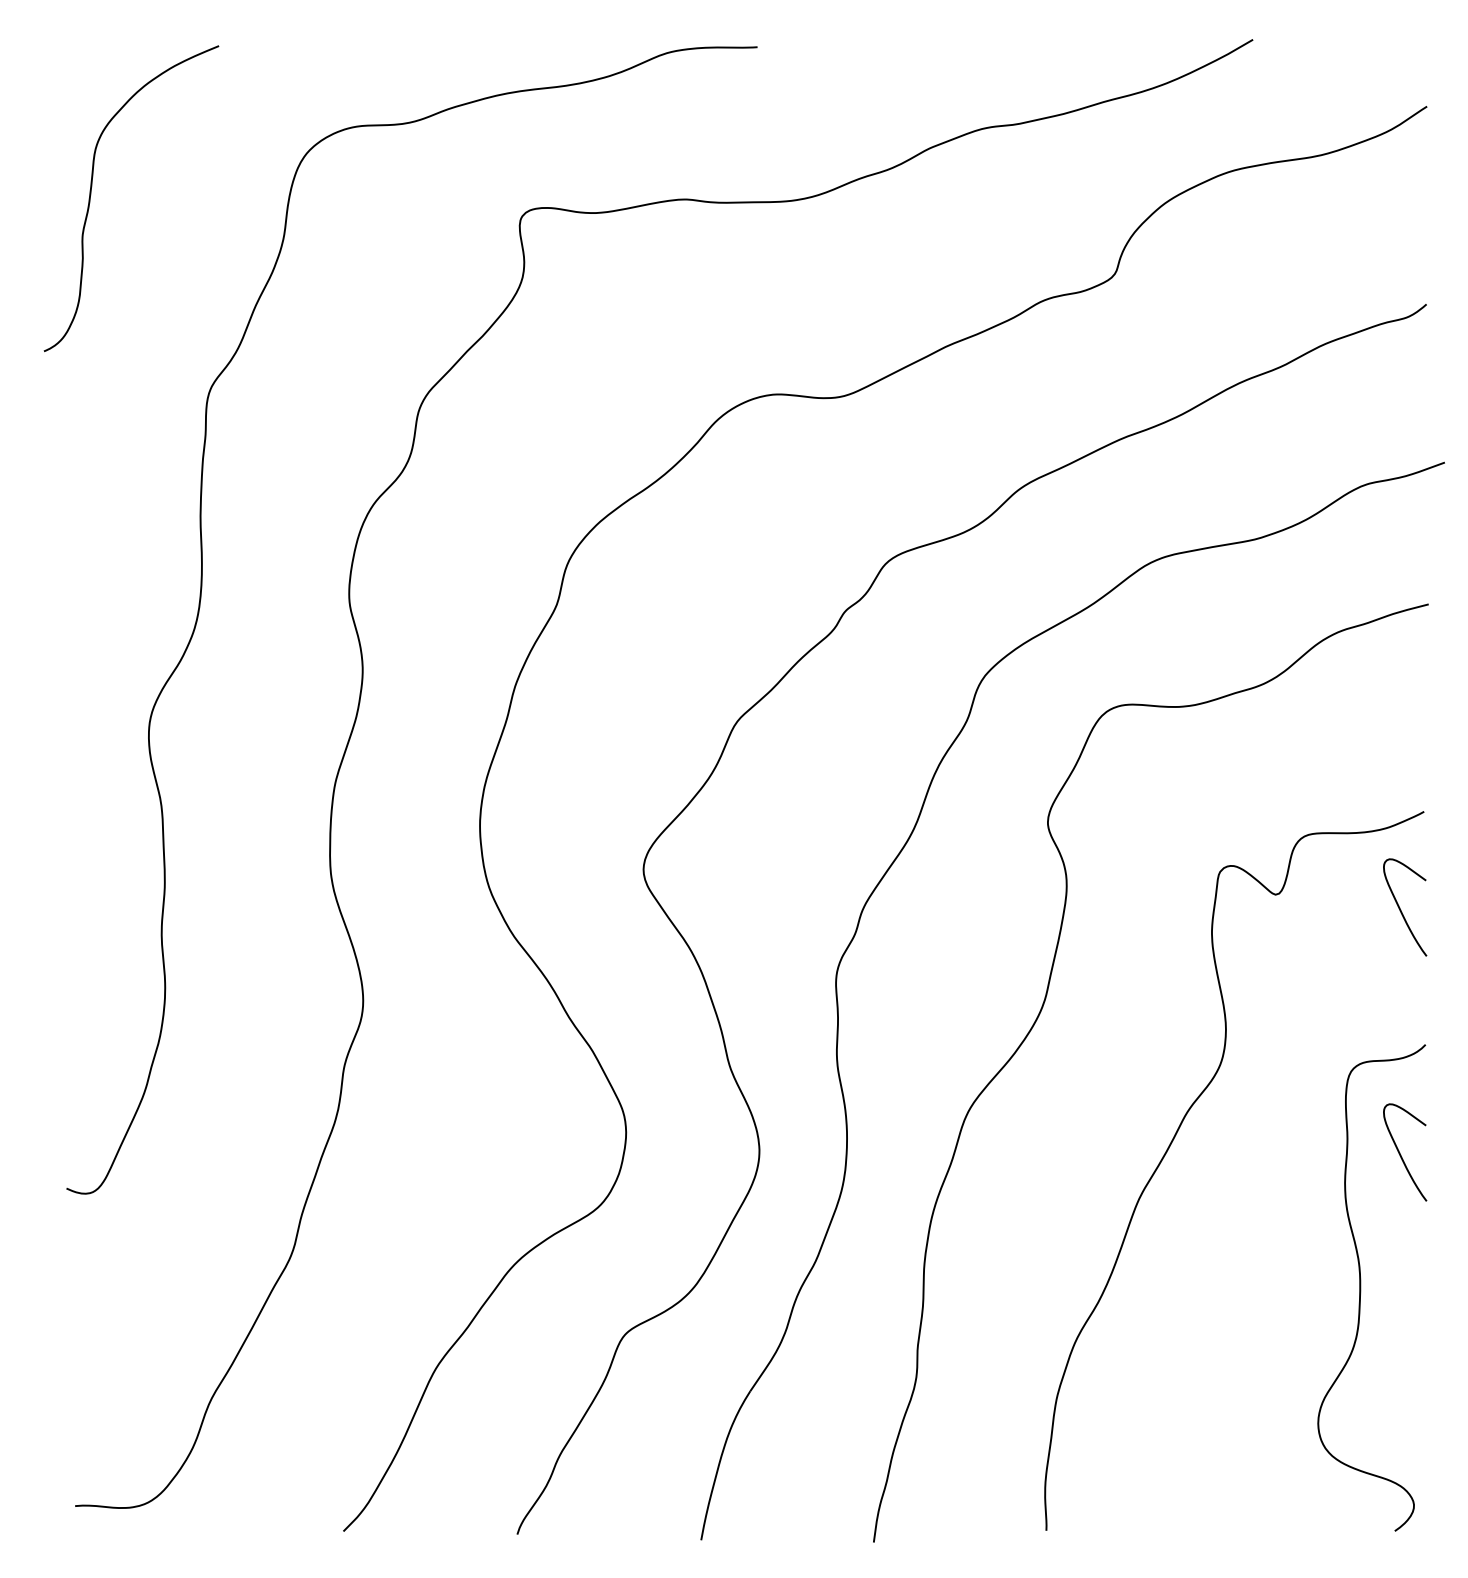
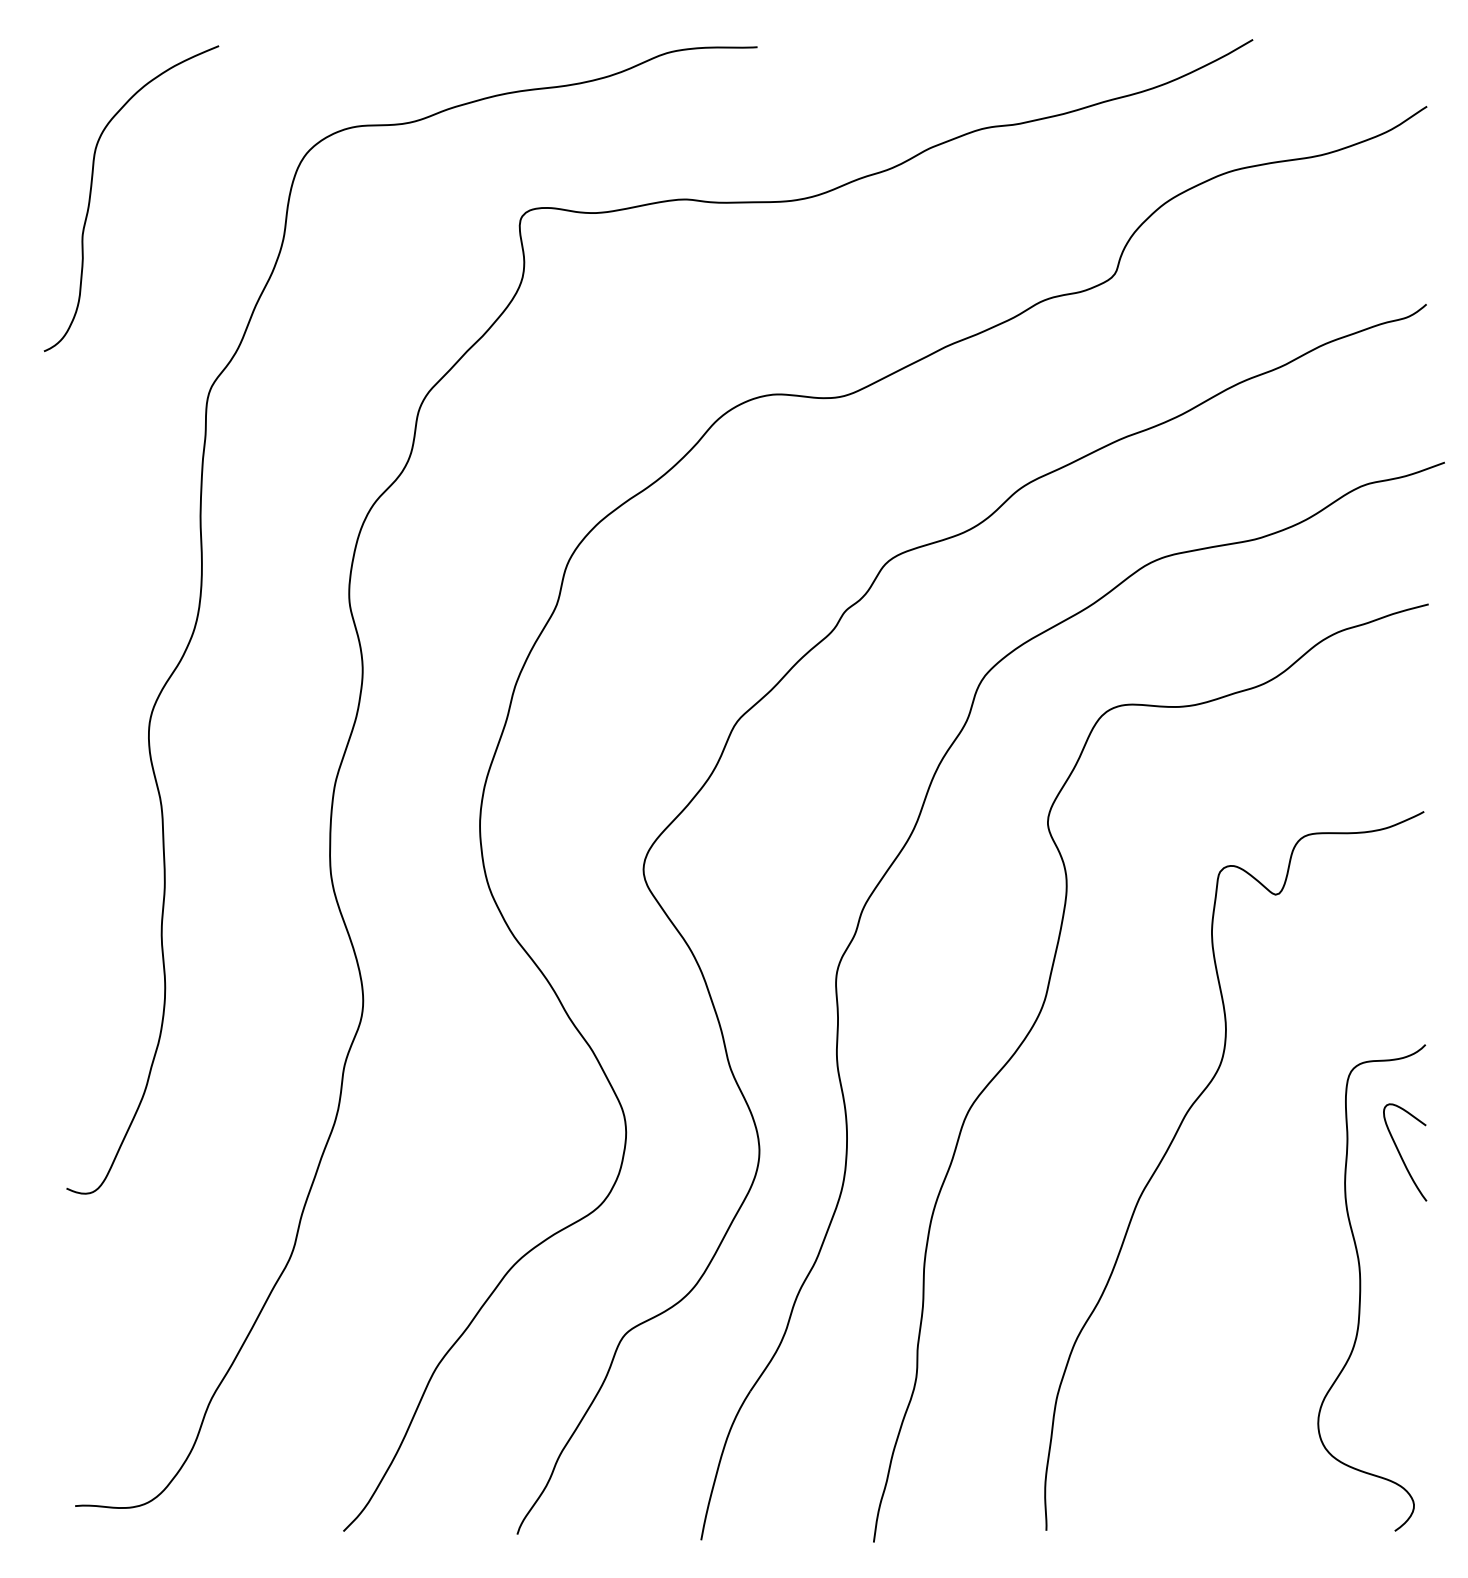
curve at (1400, 907): present -> none
